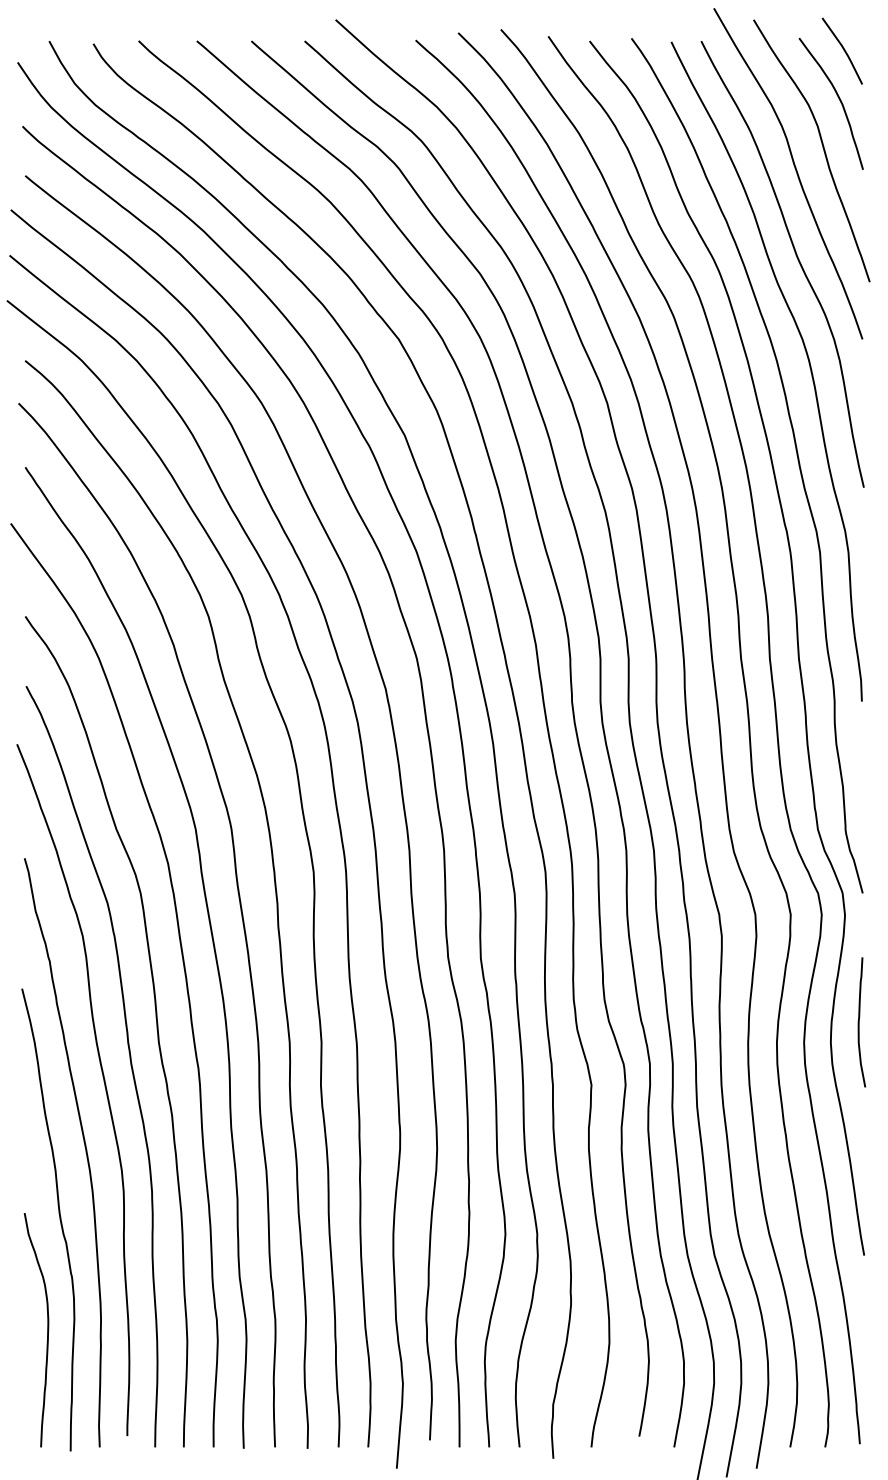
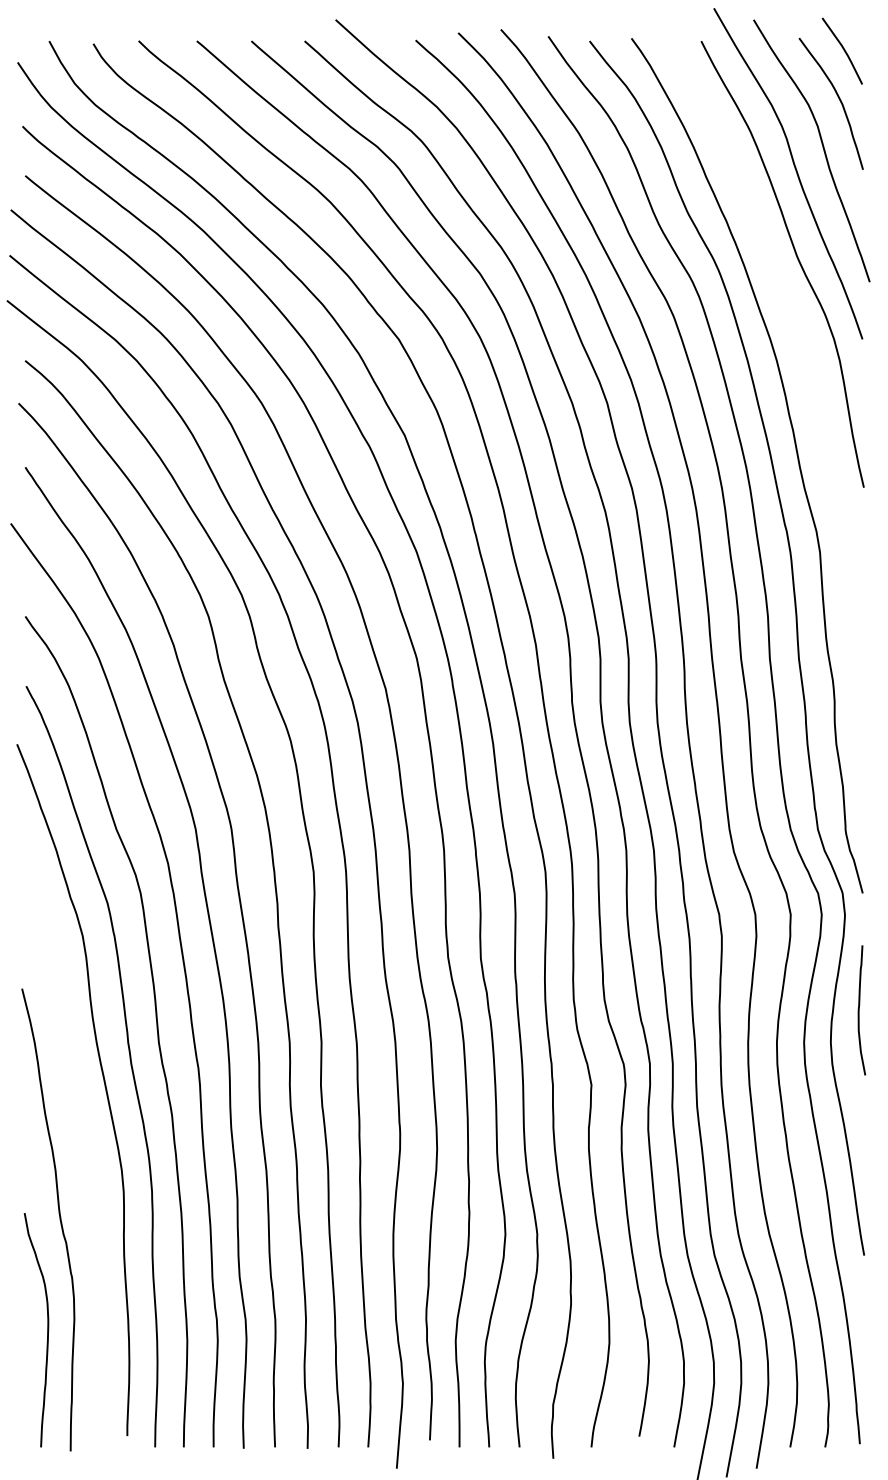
curve at (806, 356): present -> none
curve at (859, 1022) position: (859, 1022) -> (859, 1010)
curve at (84, 1147): present -> none
